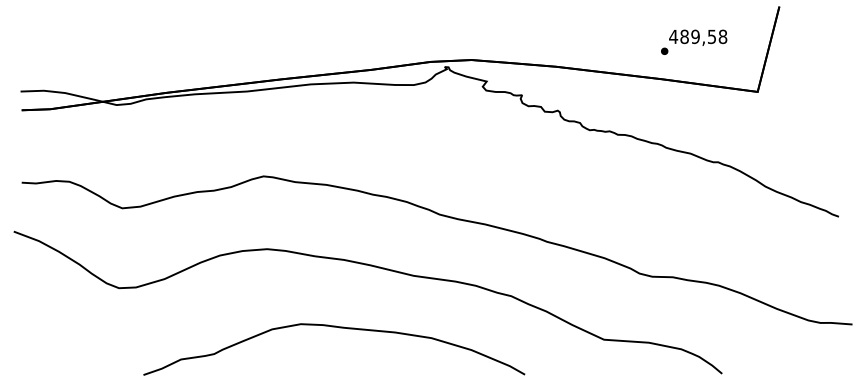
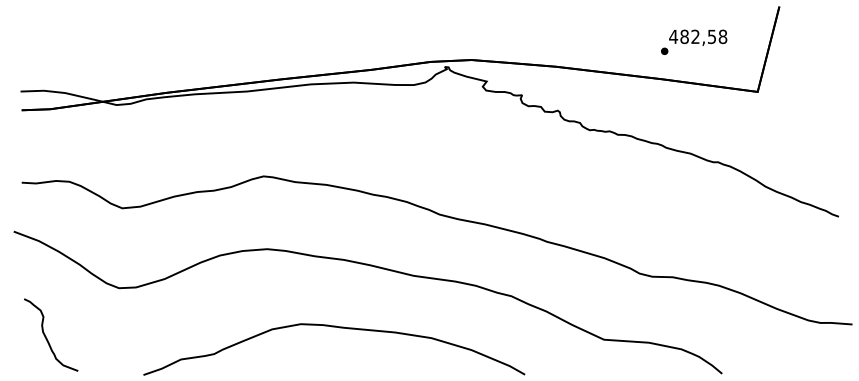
text at (695, 36): 489,58 -> 482,58
curve at (46, 336): none -> present
